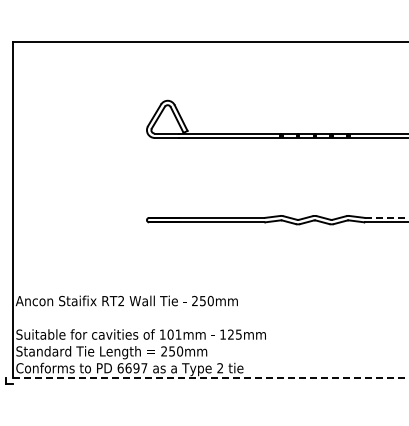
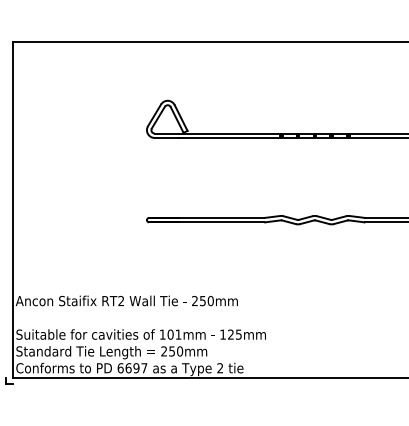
line at (387, 217): dashed -> solid
line at (210, 377): dashed -> solid
